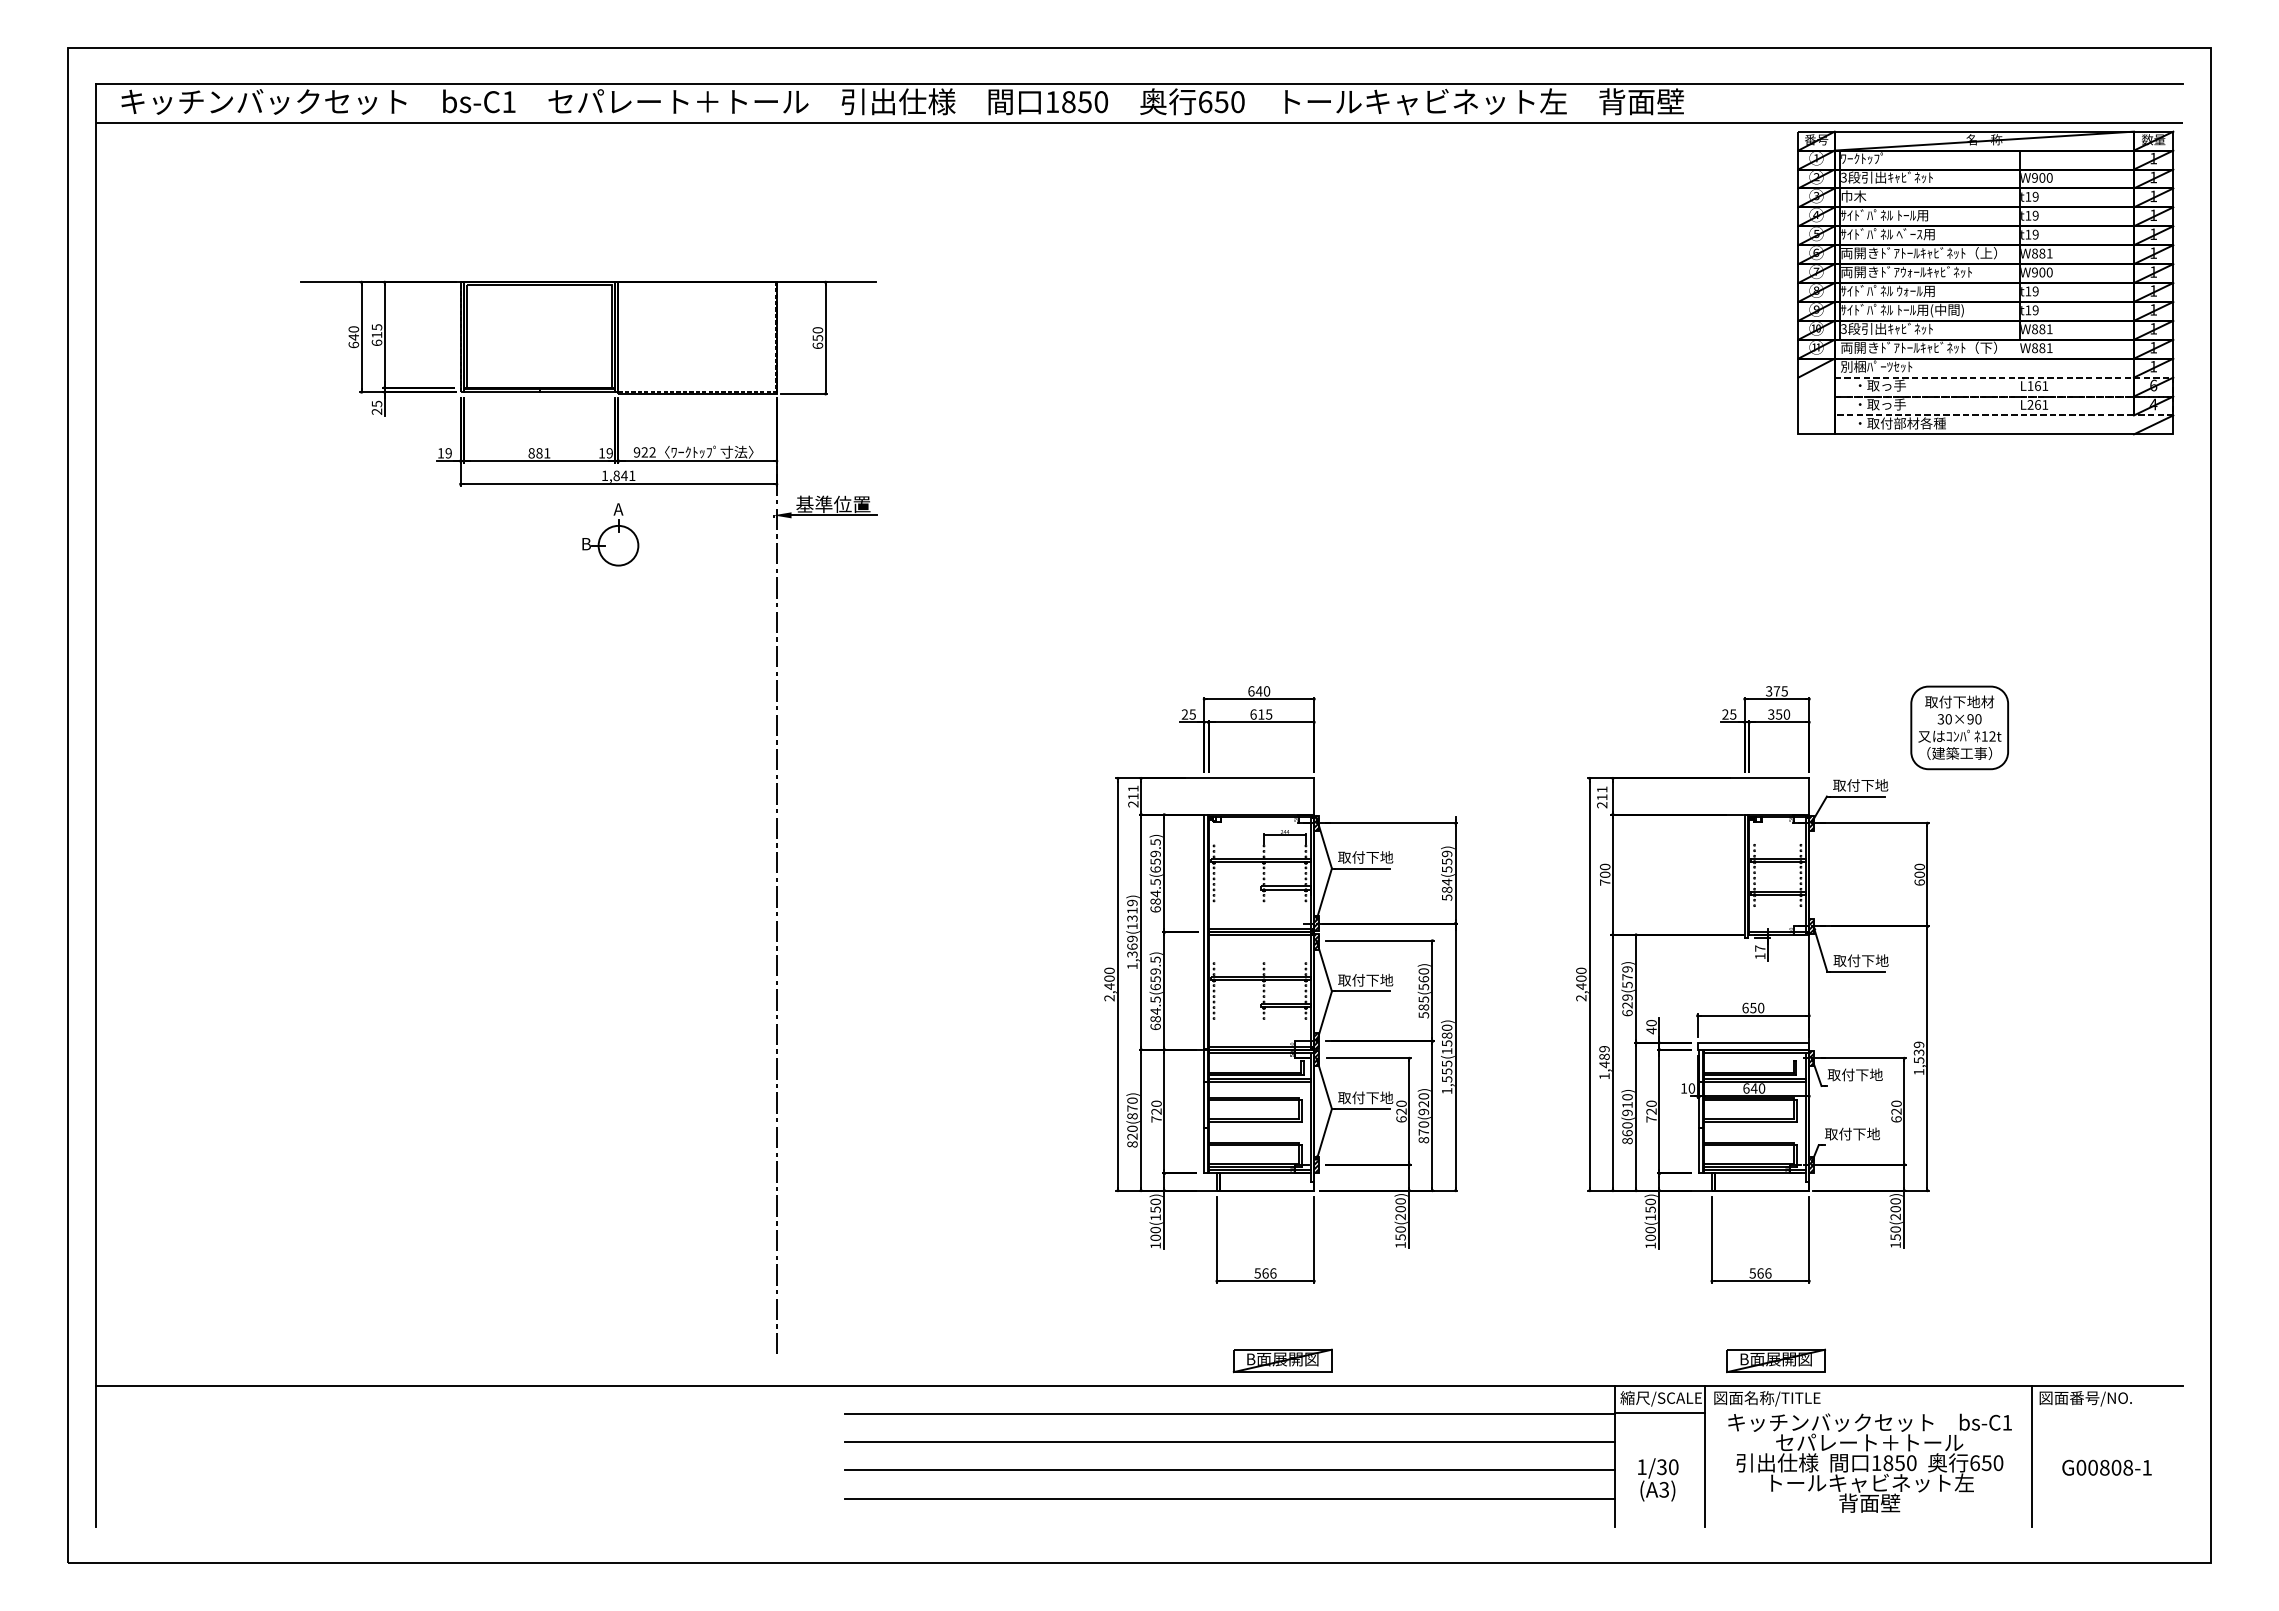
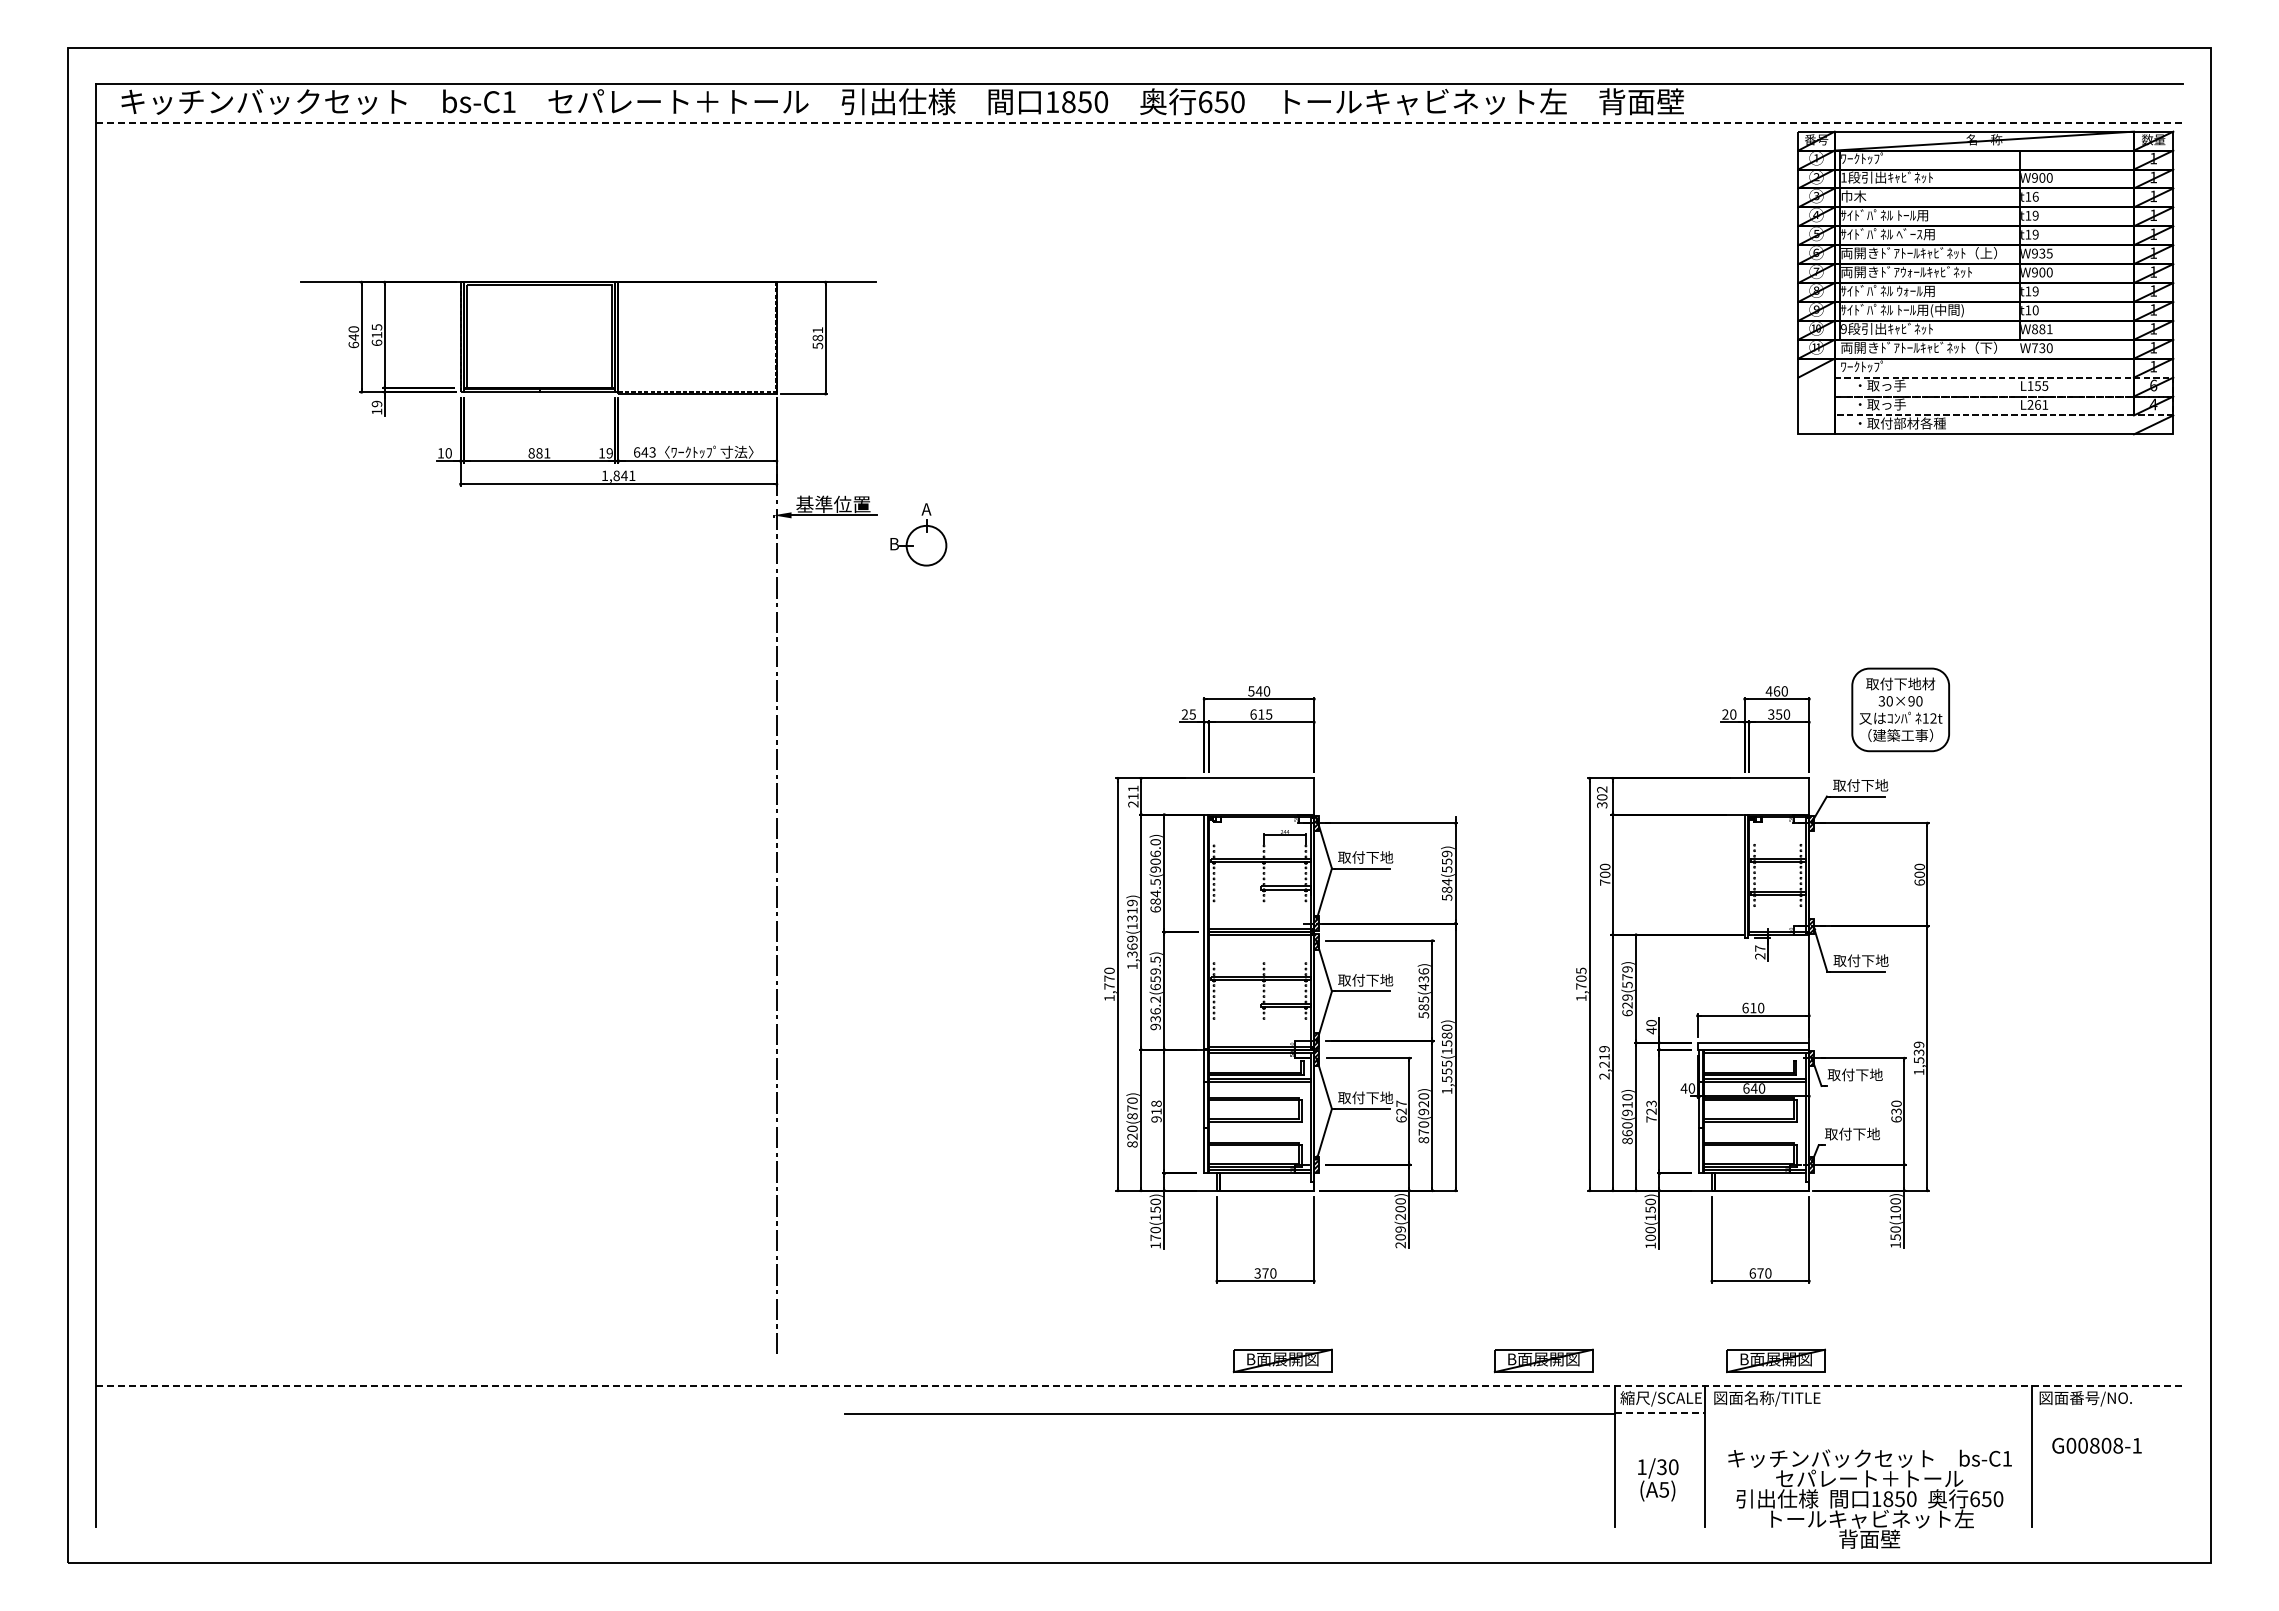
line at (1140, 123): solid -> dashed
text at (1843, 177): 3 -> 1
text at (2035, 196): t19 -> t16
text at (2042, 253): W881 -> W935
text at (2035, 310): t19 -> t10
text at (1843, 328): 3 -> 9
text at (817, 338): 650 -> 581
text at (2042, 348): W881 -> W730
text at (1876, 366): 別梱ﾊﾟｰﾂｾｯﾄ -> ﾜｰｸﾄｯﾌﾟ
text at (2041, 385): L161 -> L155
text at (376, 407): 25 -> 19
text at (644, 452): 922 -> 643
text at (448, 453): 19 -> 10
part at (610, 534) position: (610, 534) -> (918, 534)
text at (1251, 691): 640 -> 540
text at (1776, 691): 375 -> 460
text at (1733, 714): 25 -> 20
part at (1959, 727) position: (1959, 727) -> (1900, 709)
text at (1602, 797): 211 -> 302
text at (1155, 855): 684.5(659.5) -> 684.5(906.0)
text at (1760, 956): 17 -> 27
text at (1423, 979): 585(560) -> 585(436)
text at (1581, 984): 2,400 -> 1,705
text at (1109, 988): 2,400 -> 1,770
text at (1753, 1008): 650 -> 610
text at (1155, 1013): 684.5(659.5) -> 936.2(659.5)
text at (1604, 1066): 1,489 -> 2,219
text at (1683, 1088): 10 -> 40
text at (1401, 1103): 620 -> 627
text at (1651, 1103): 720 -> 723
text at (1156, 1111): 720 -> 918
text at (1896, 1111): 620 -> 630
text at (1895, 1216): 150(200) -> 150(100)
text at (1155, 1237): 100(150) -> 170(150)
text at (1400, 1237): 150(200) -> 209(200)
text at (1265, 1273): 566 -> 370
text at (1760, 1273): 566 -> 670
part at (1543, 1360): none -> present
line at (1140, 1386): solid -> dashed
line at (1659, 1412): solid -> dashed
line at (1229, 1442): present -> none
text at (1869, 1462) position: (1869, 1462) -> (1869, 1498)
text at (2106, 1467) position: (2106, 1467) -> (2096, 1445)
line at (1229, 1470): present -> none
text at (1663, 1489): (A3) -> (A5)
line at (1229, 1498): present -> none
